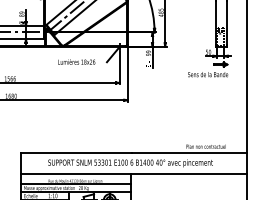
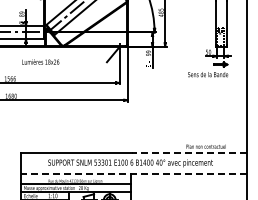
text at (76, 61) position: (76, 61) -> (40, 61)
line at (189, 153): solid -> dashed
line at (134, 173): solid -> dashed
